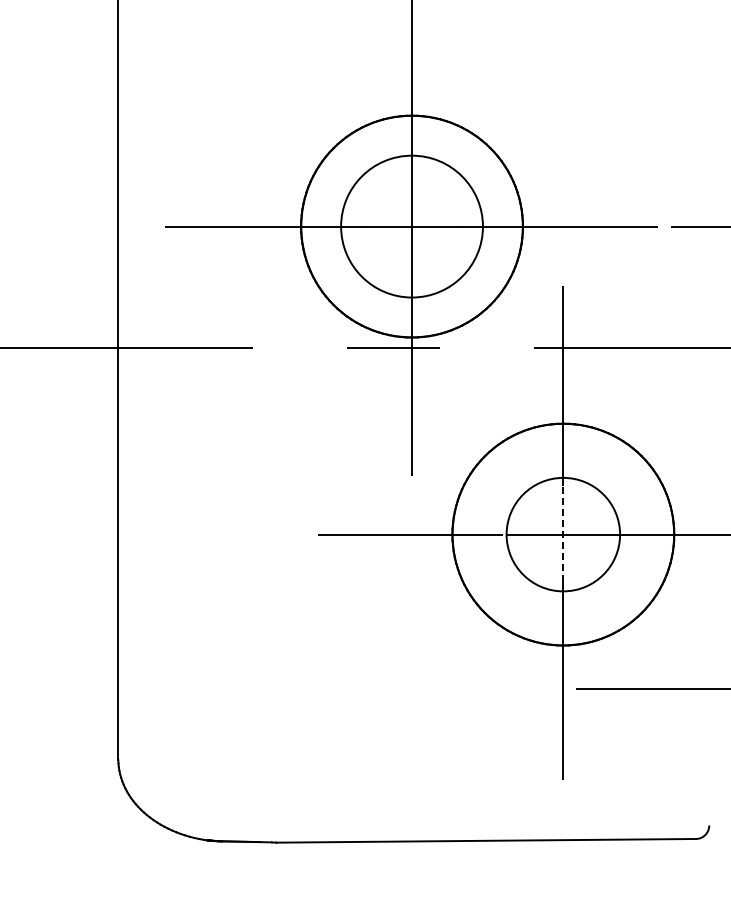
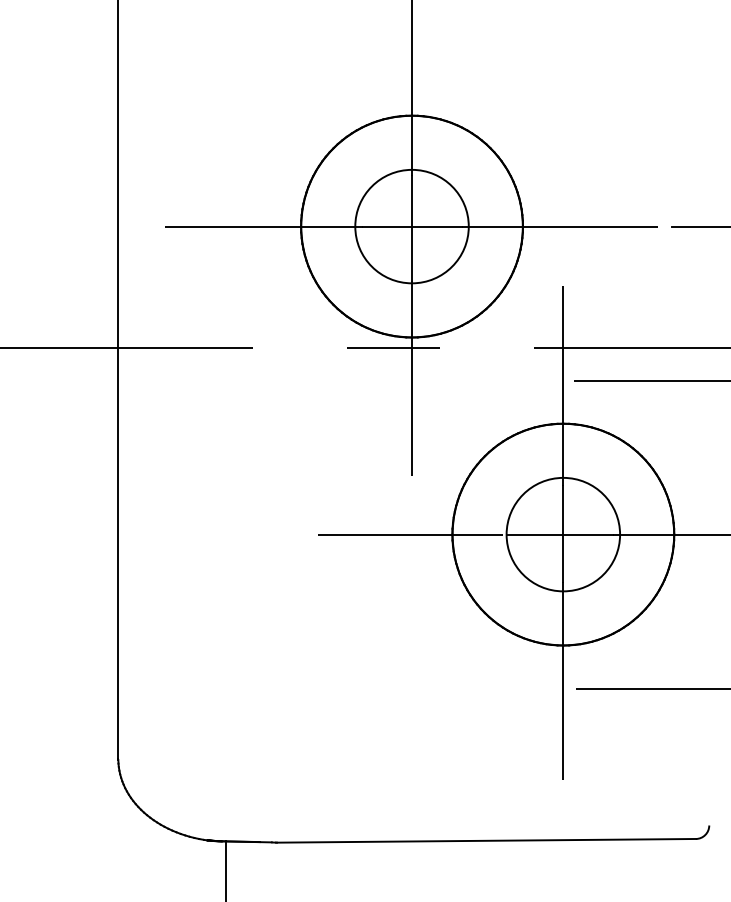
circle at (411, 226) diameter: 142 px -> 113 px
line at (650, 380): none -> present
line at (563, 534): dashed -> solid
line at (225, 869): none -> present
